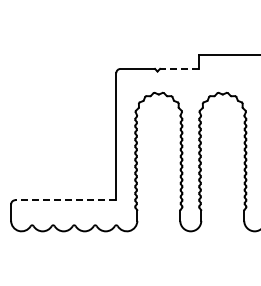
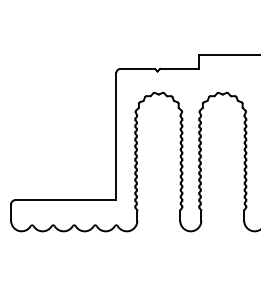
line at (178, 68): dashed -> solid
line at (65, 200): dashed -> solid
